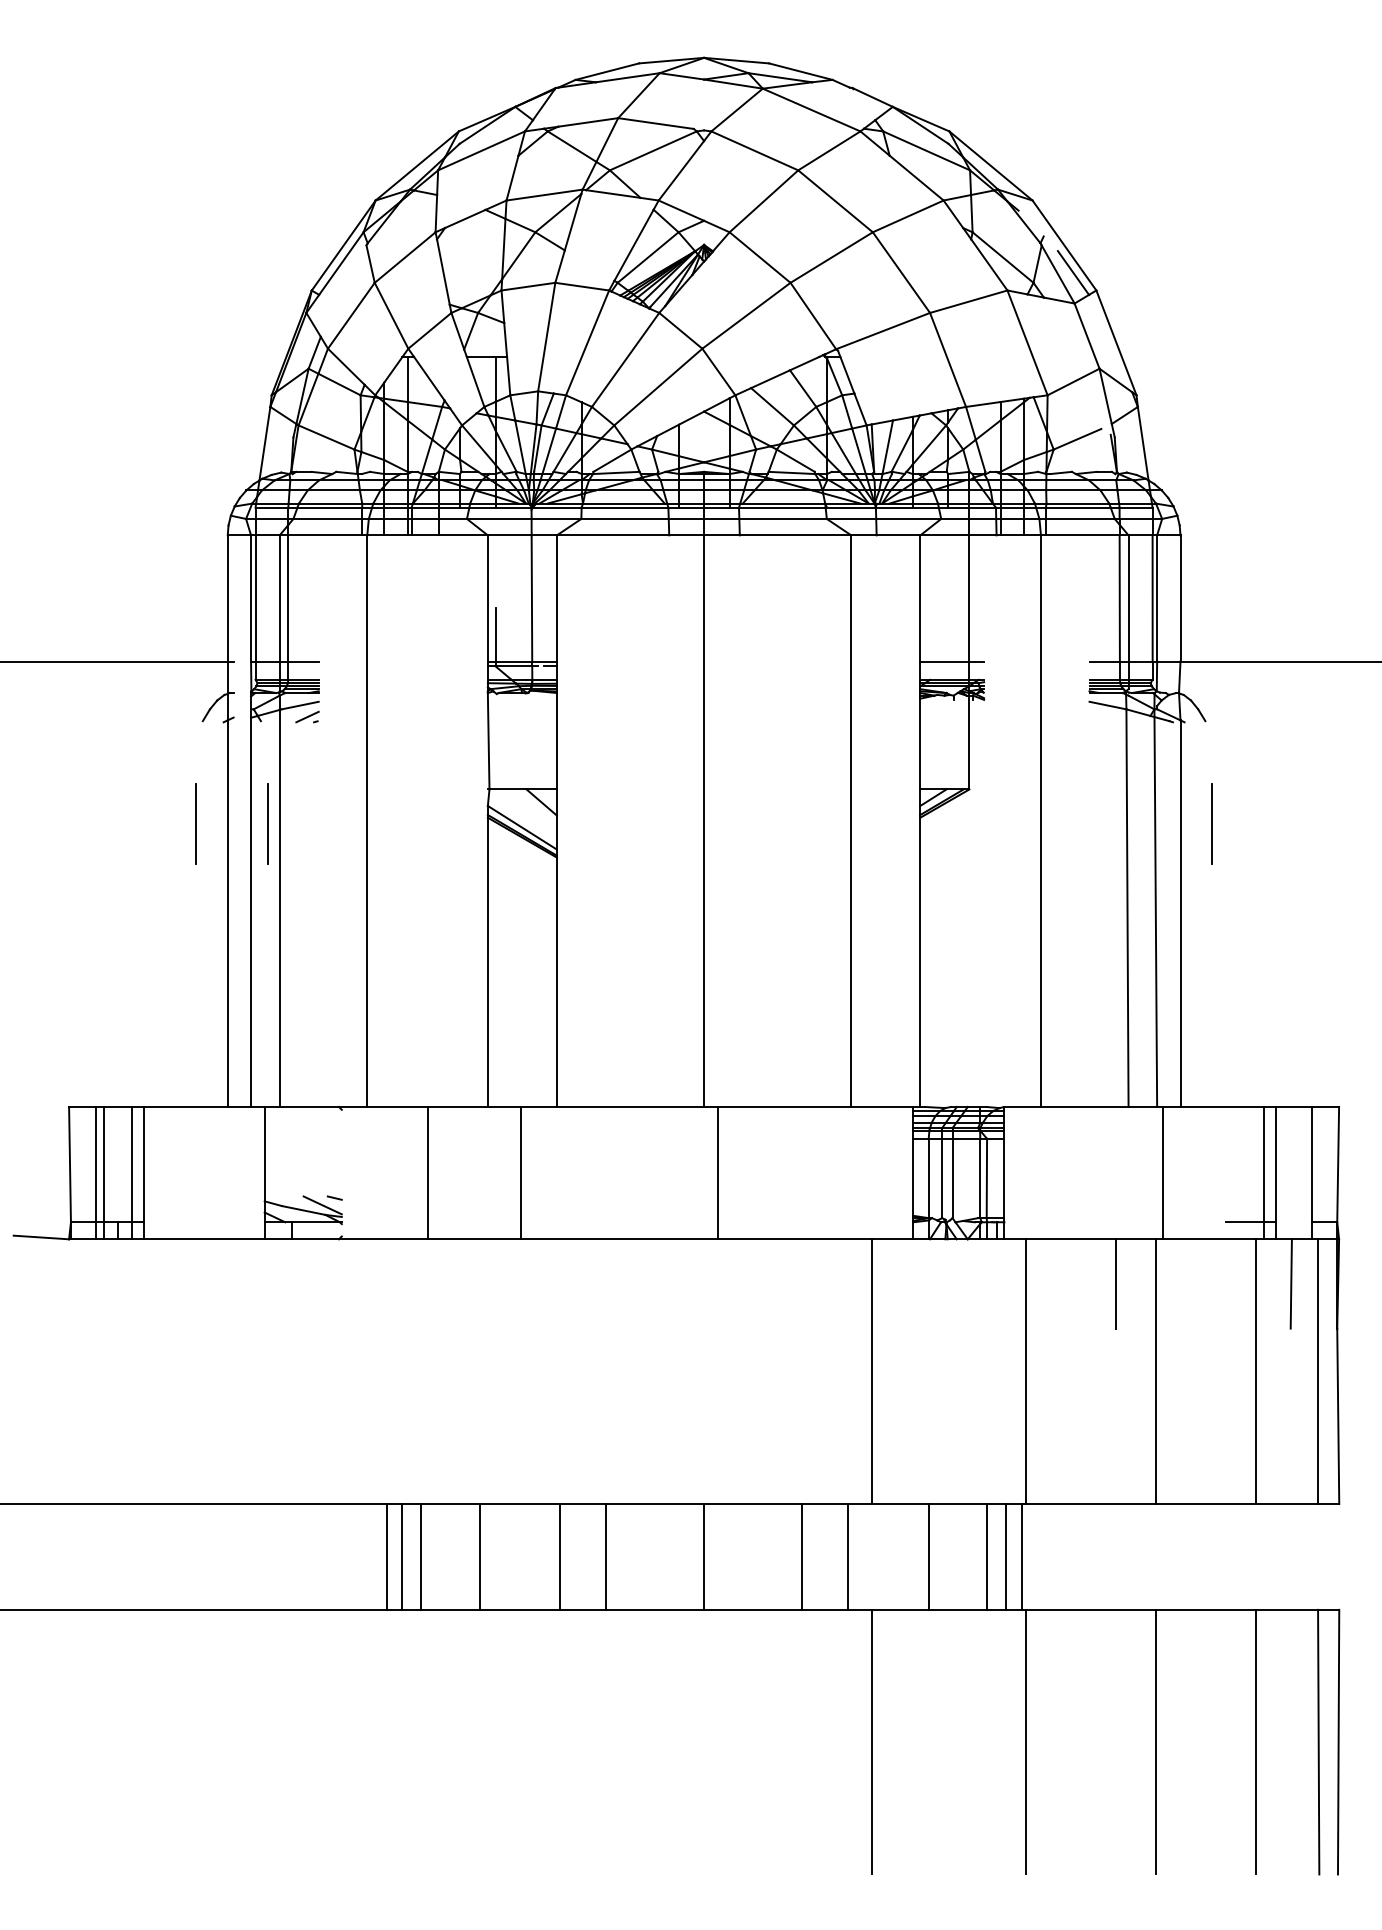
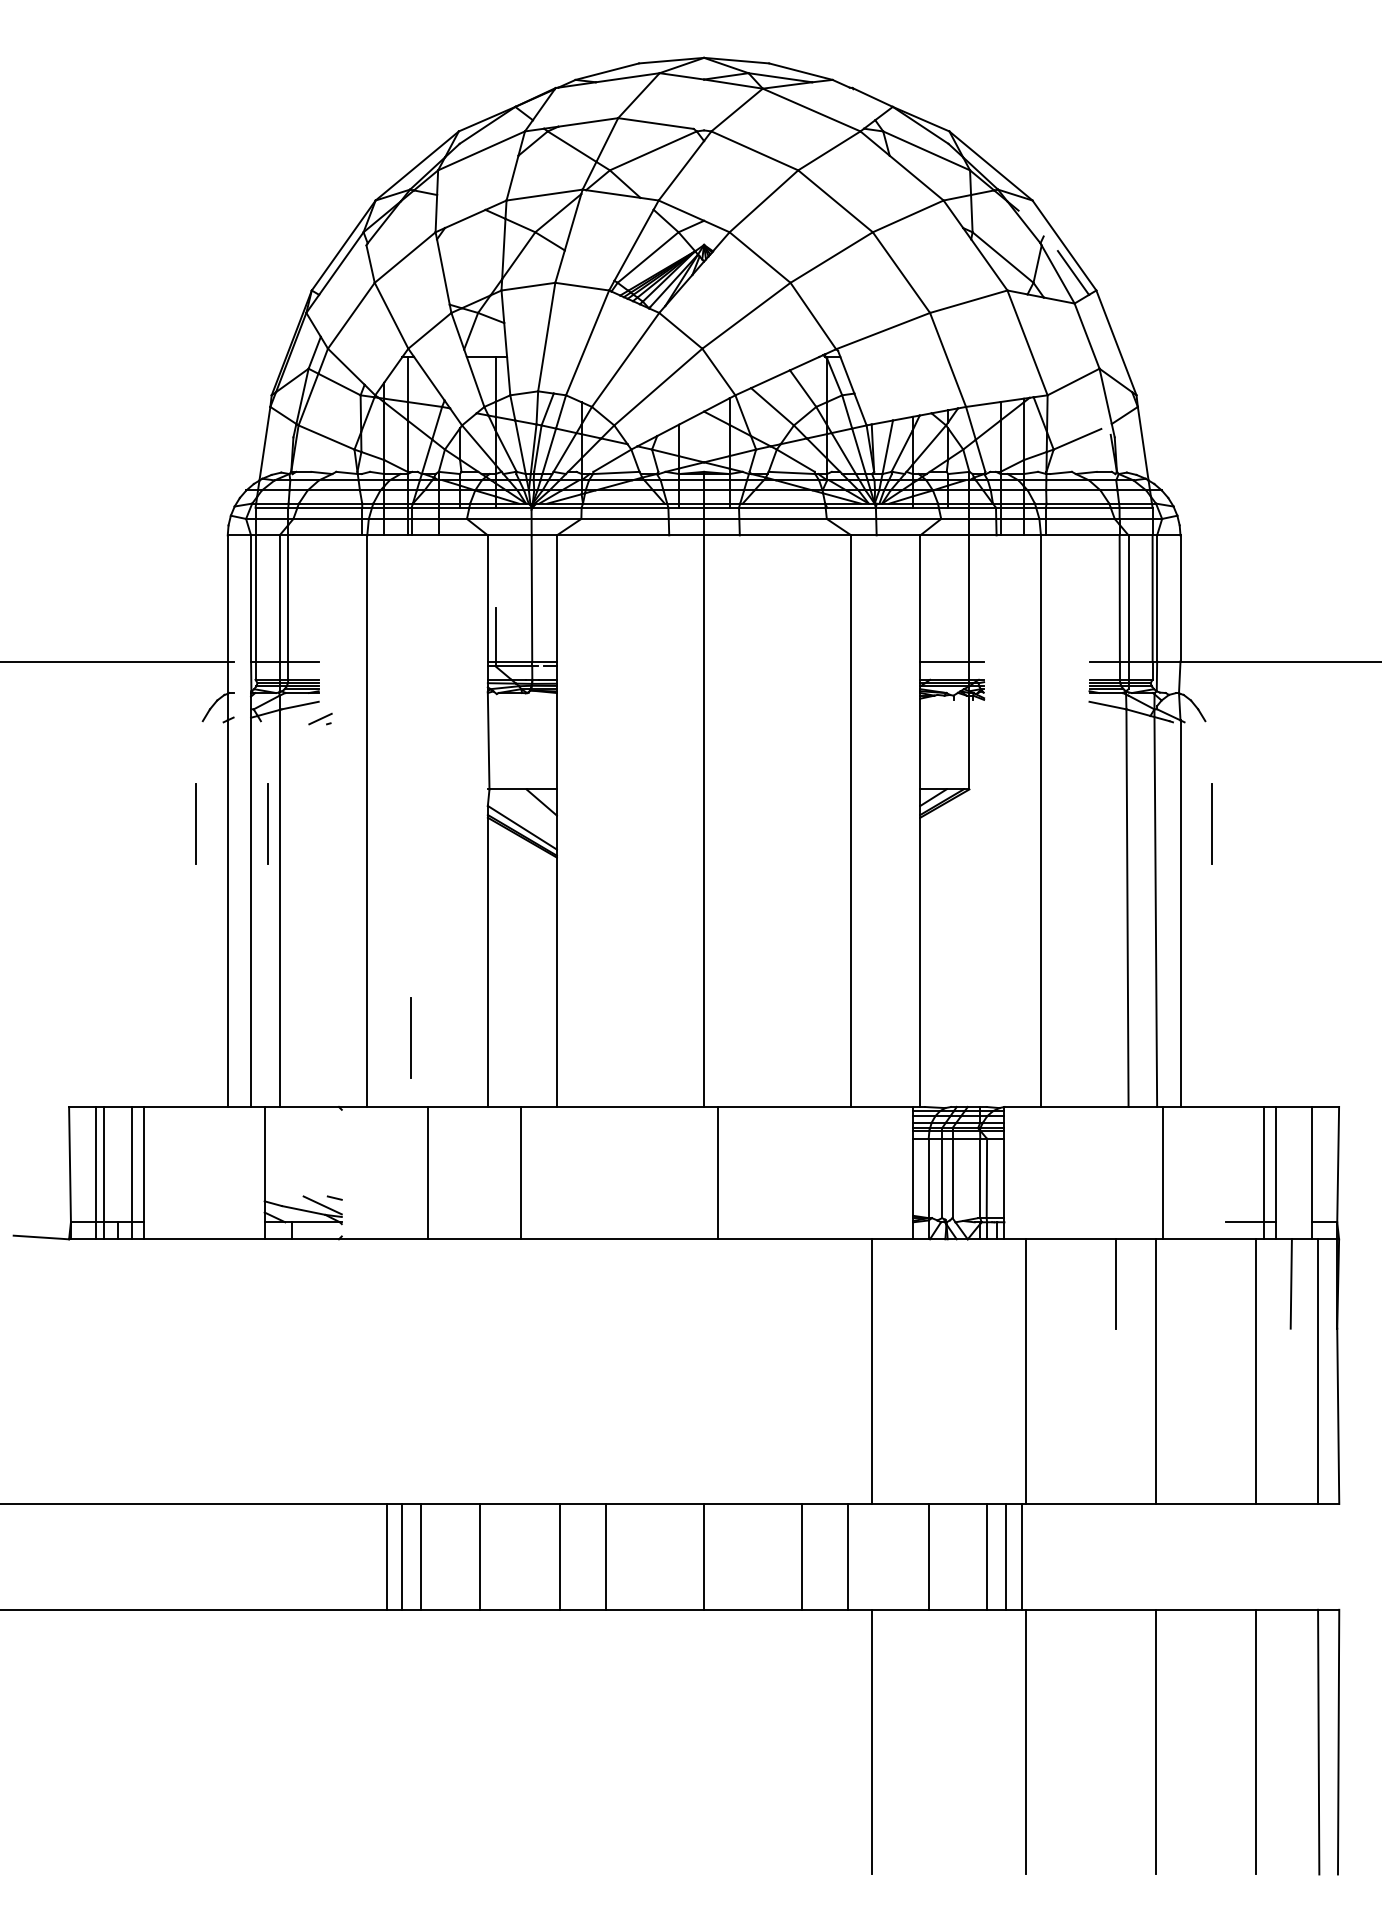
part at (307, 716) position: (307, 716) -> (320, 718)
line at (410, 1037): none -> present
